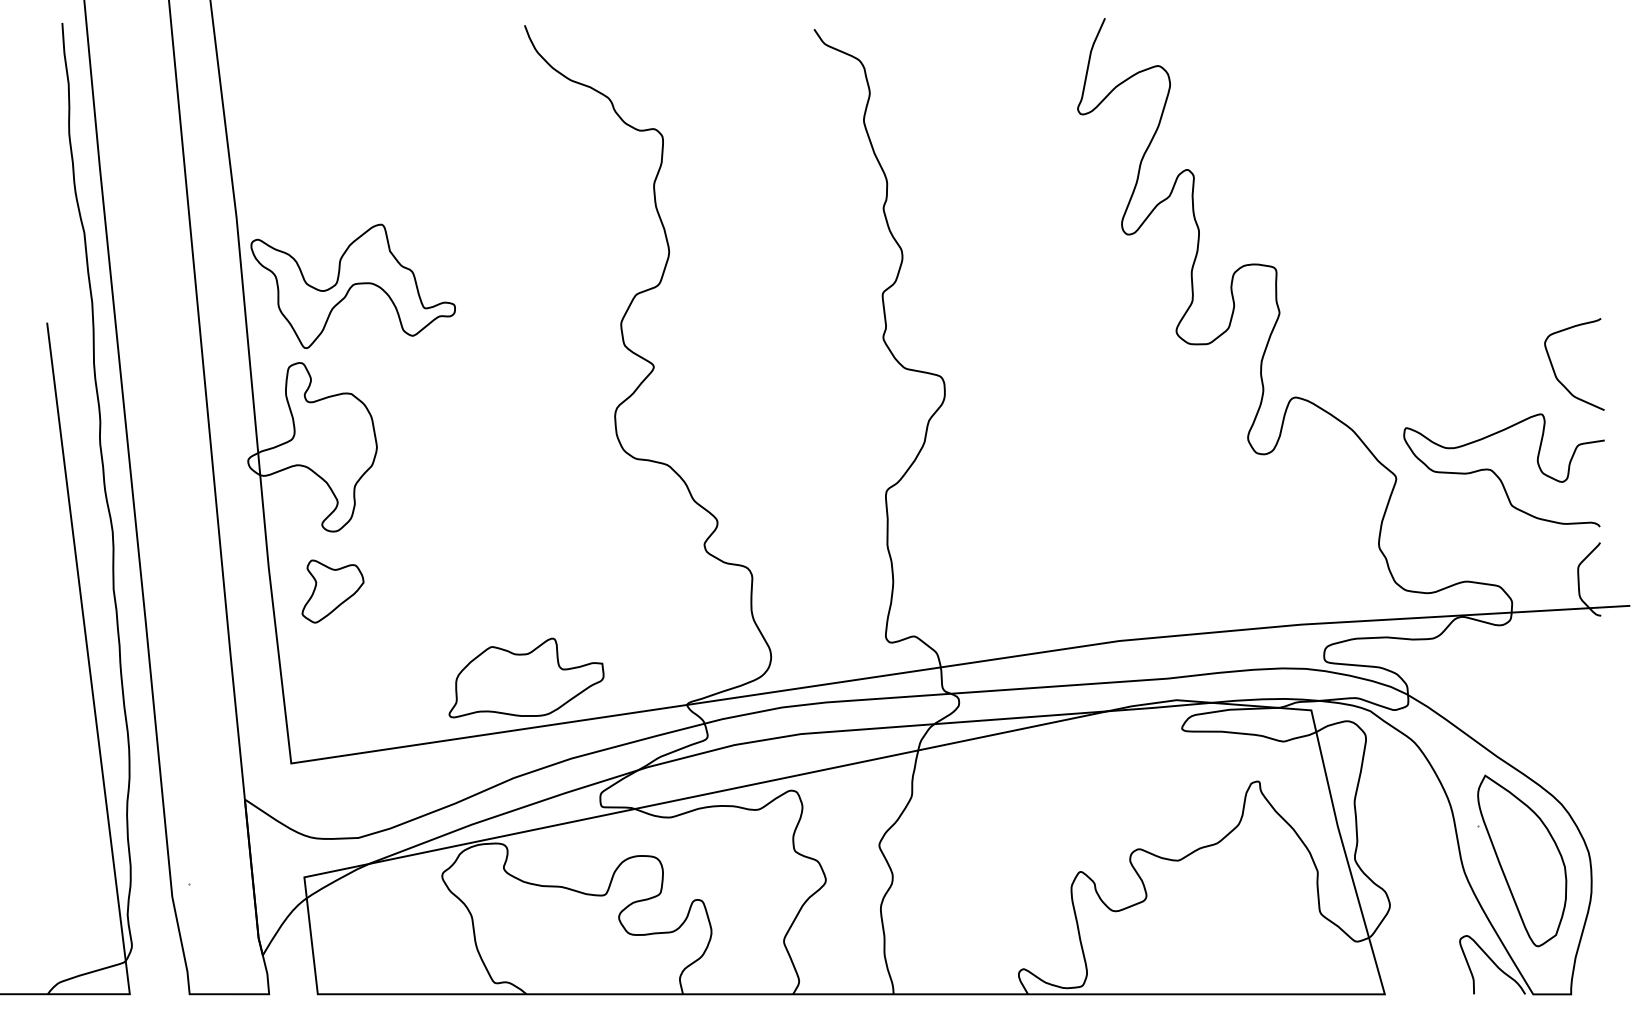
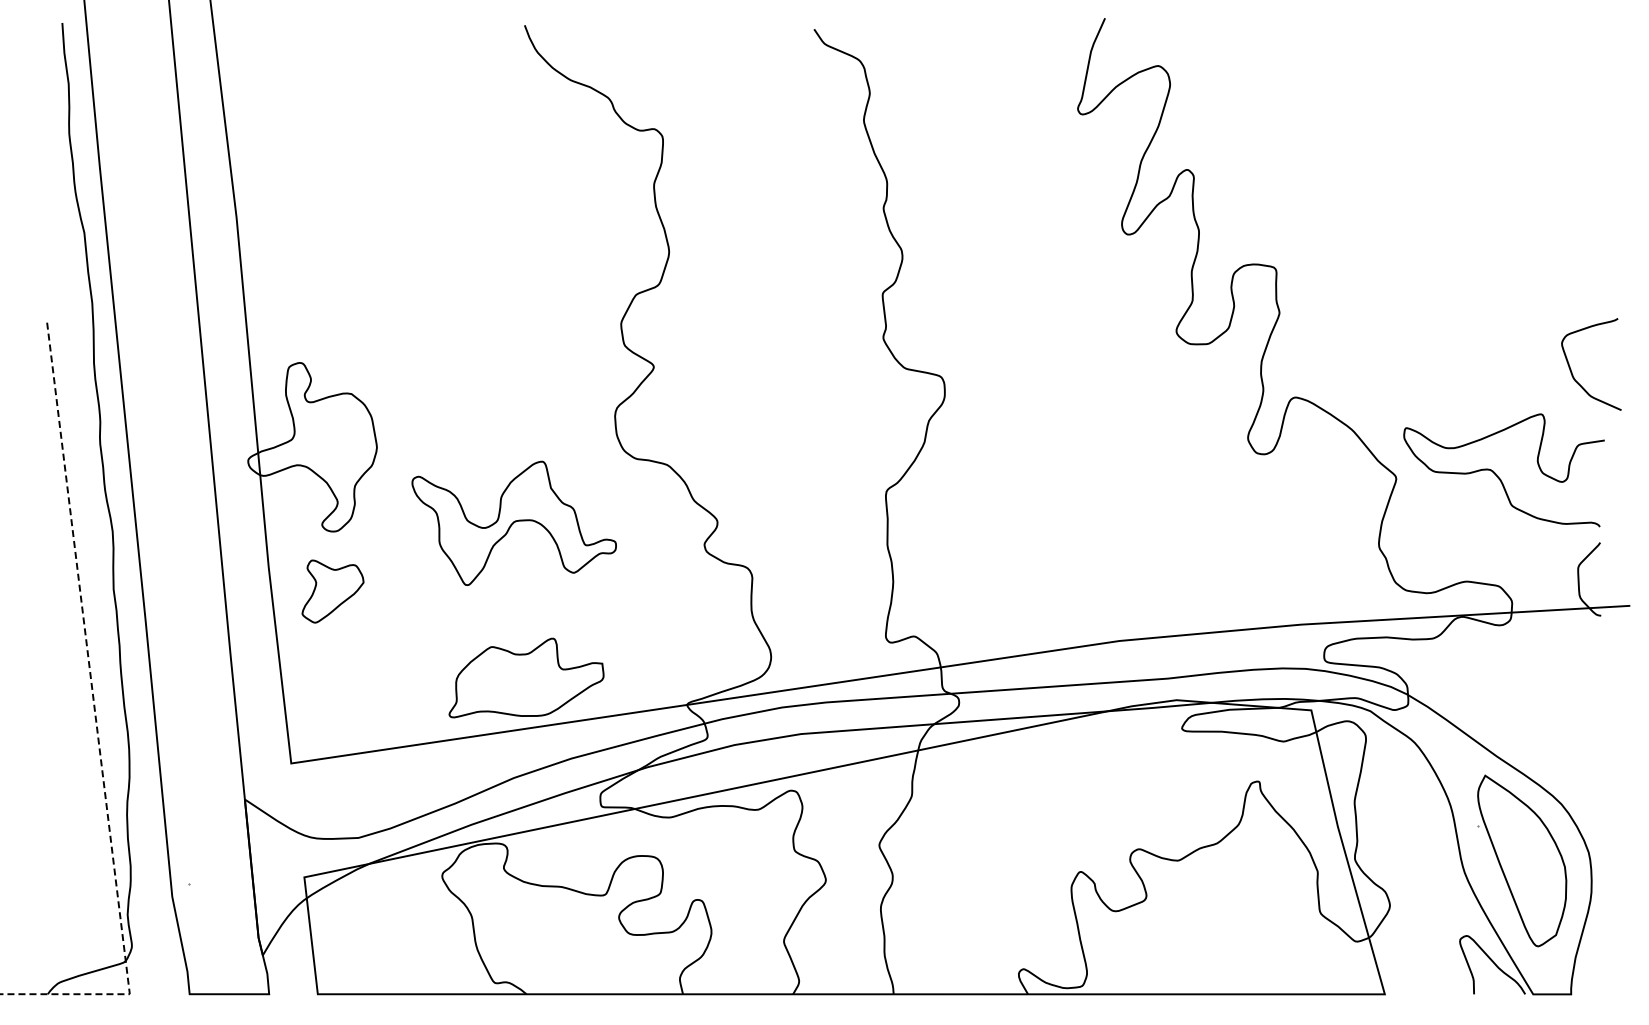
part at (352, 285) position: (352, 285) -> (513, 522)
curve at (1556, 374) position: (1556, 374) -> (1573, 374)
line at (96, 723): solid -> dashed
